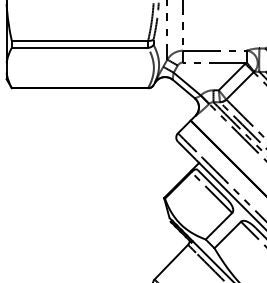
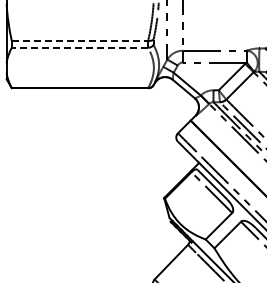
line at (80, 40): solid -> dashed
line at (79, 47): solid -> dashed
